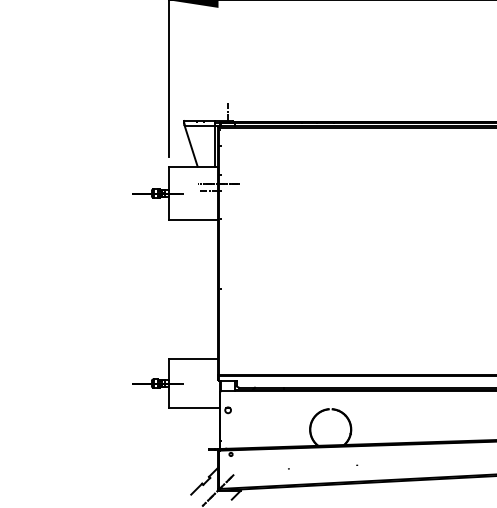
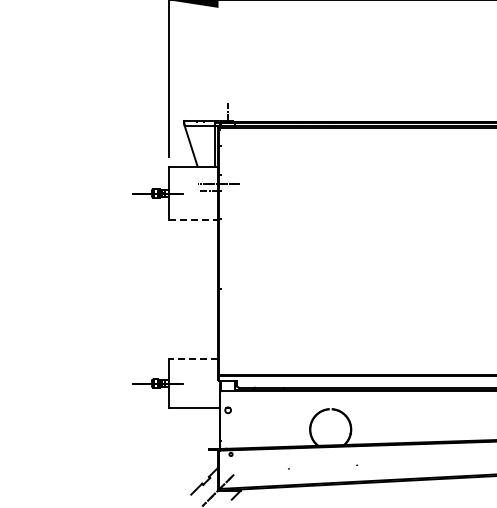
line at (193, 220): solid -> dashed
line at (193, 359): solid -> dashed
